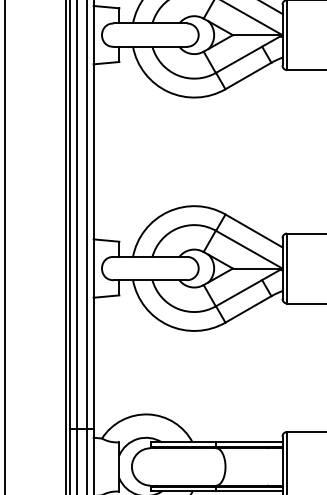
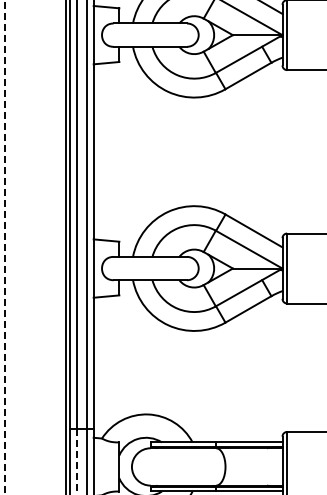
line at (4, 247): solid -> dashed
line at (77, 462): solid -> dashed
